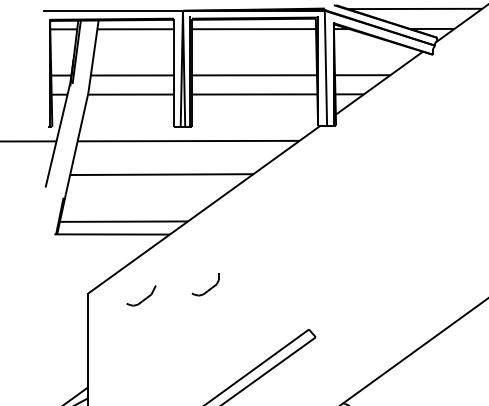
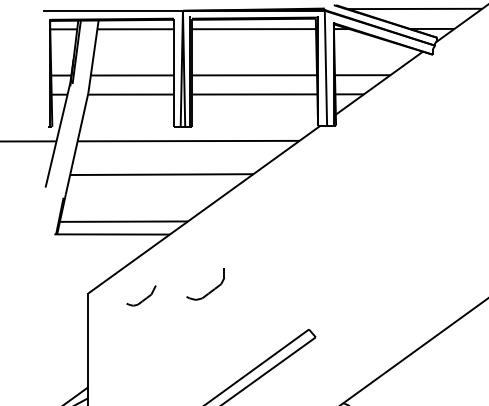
part at (205, 284) size: 29x24 px -> 39x33 px
